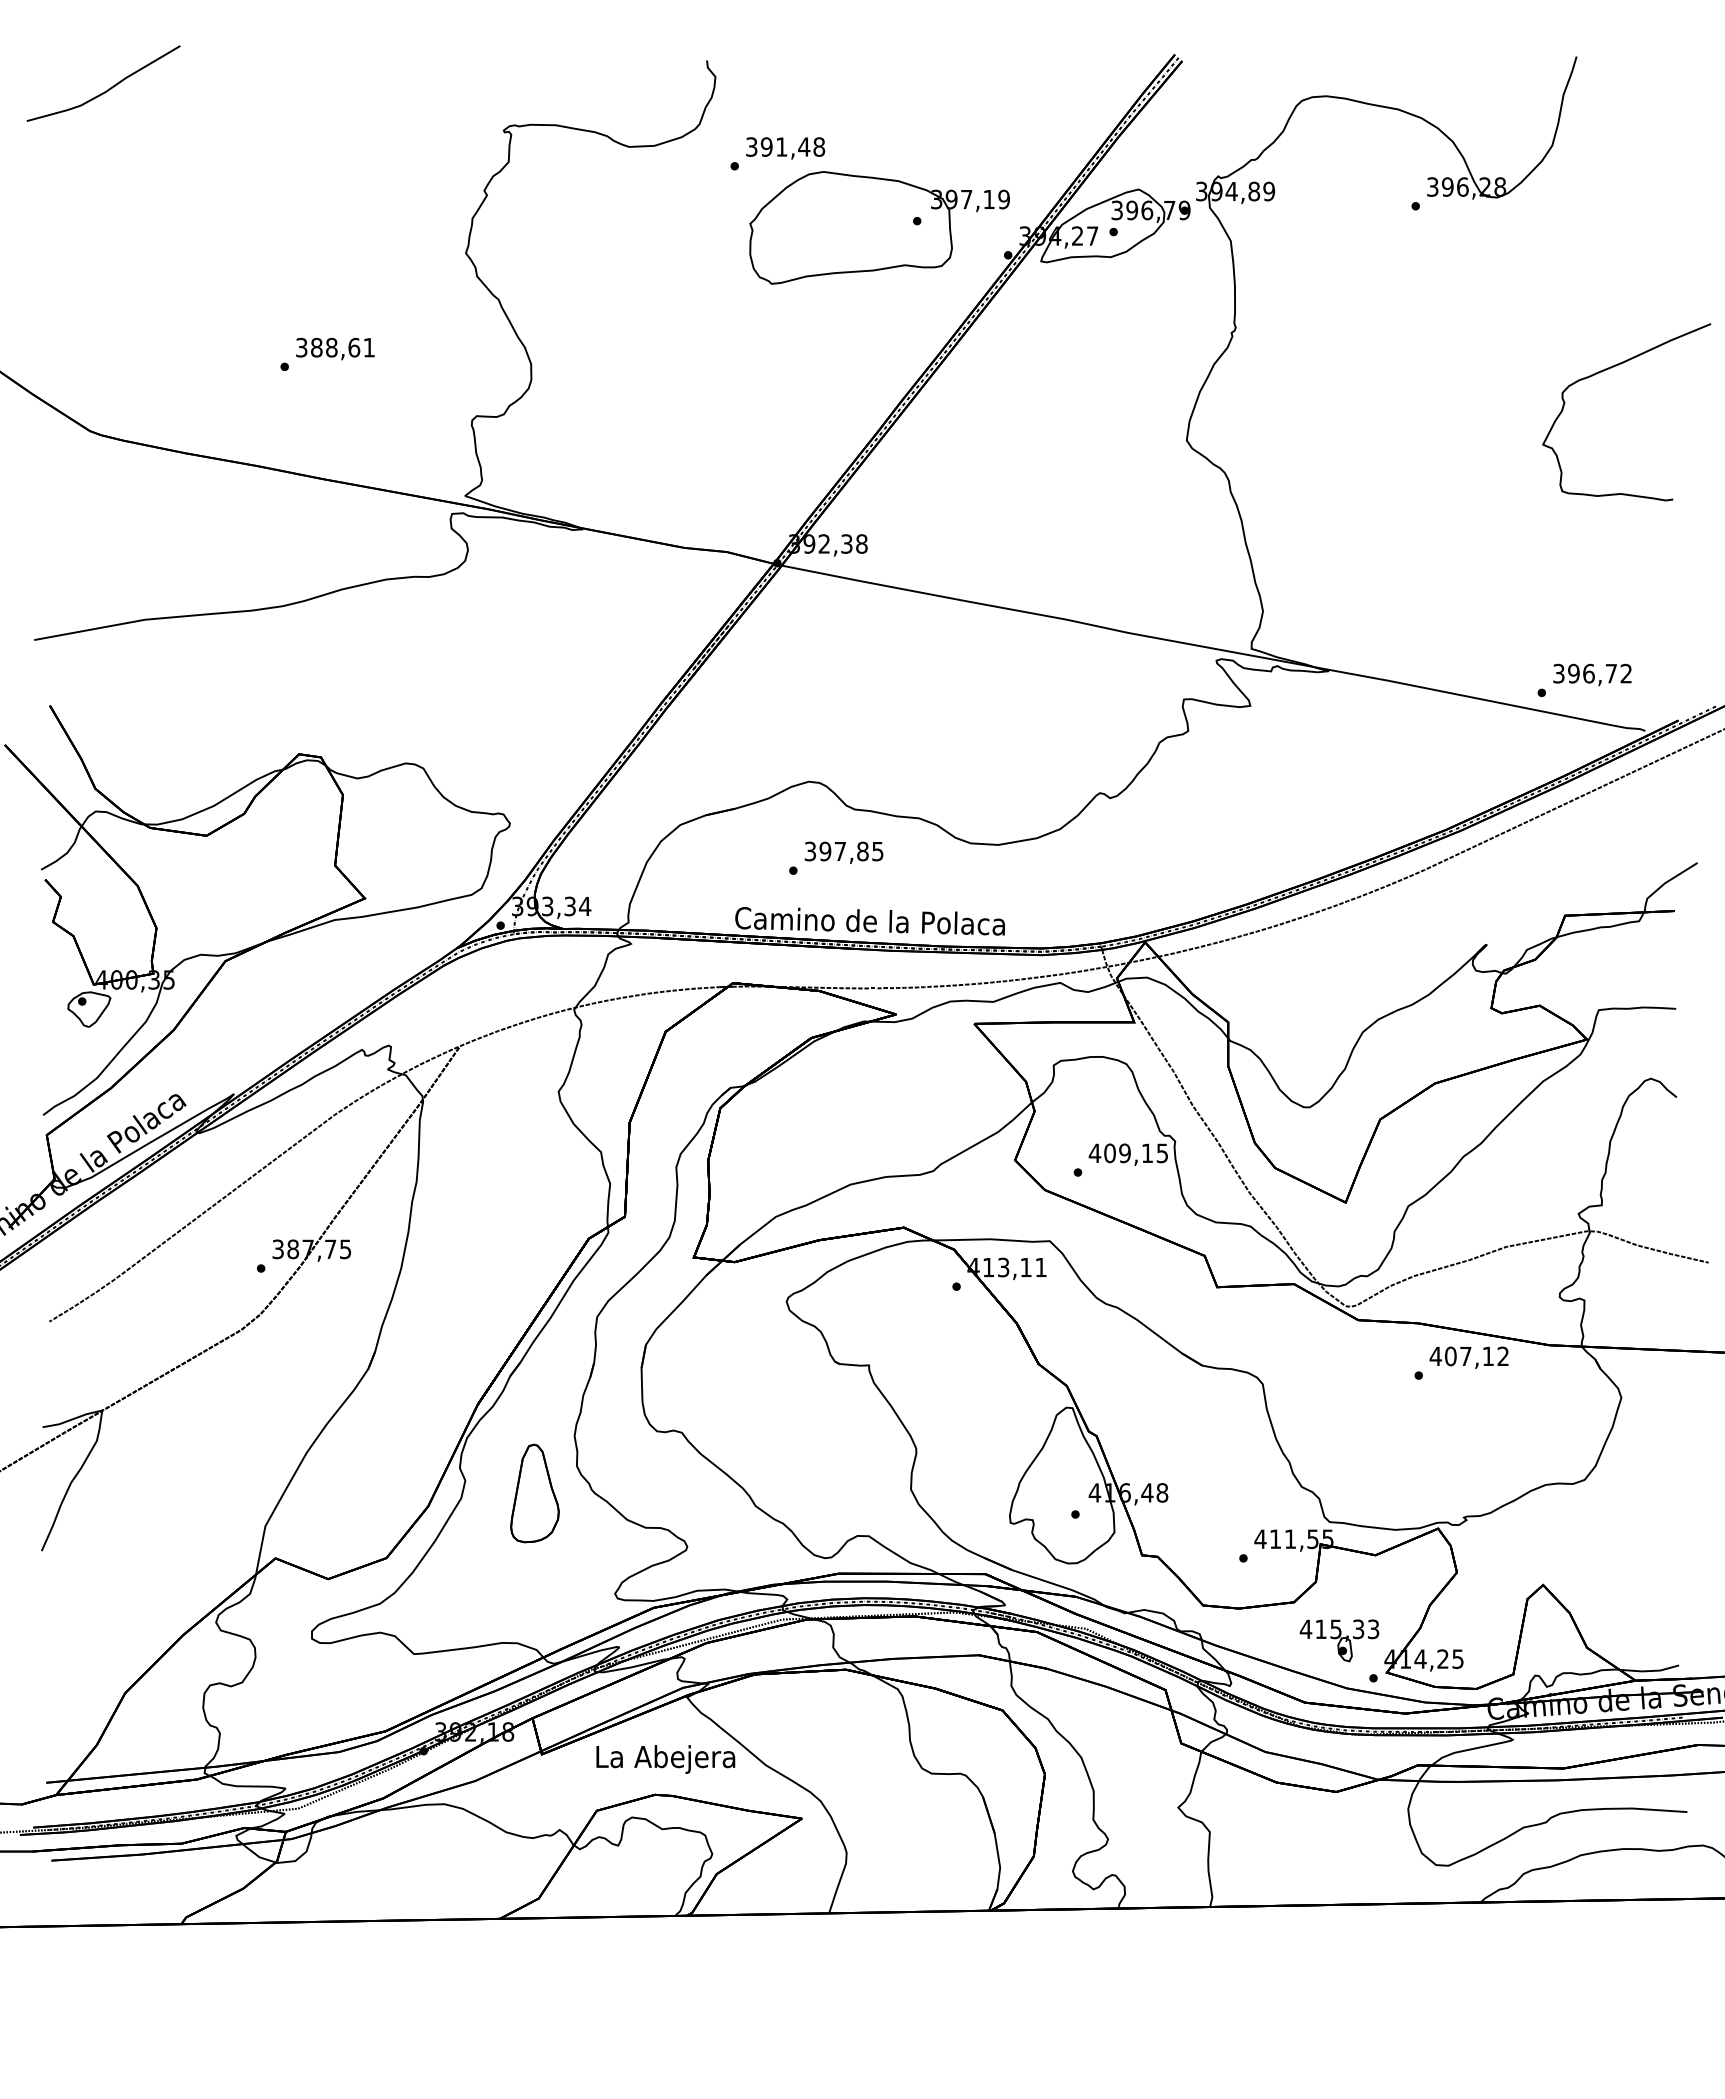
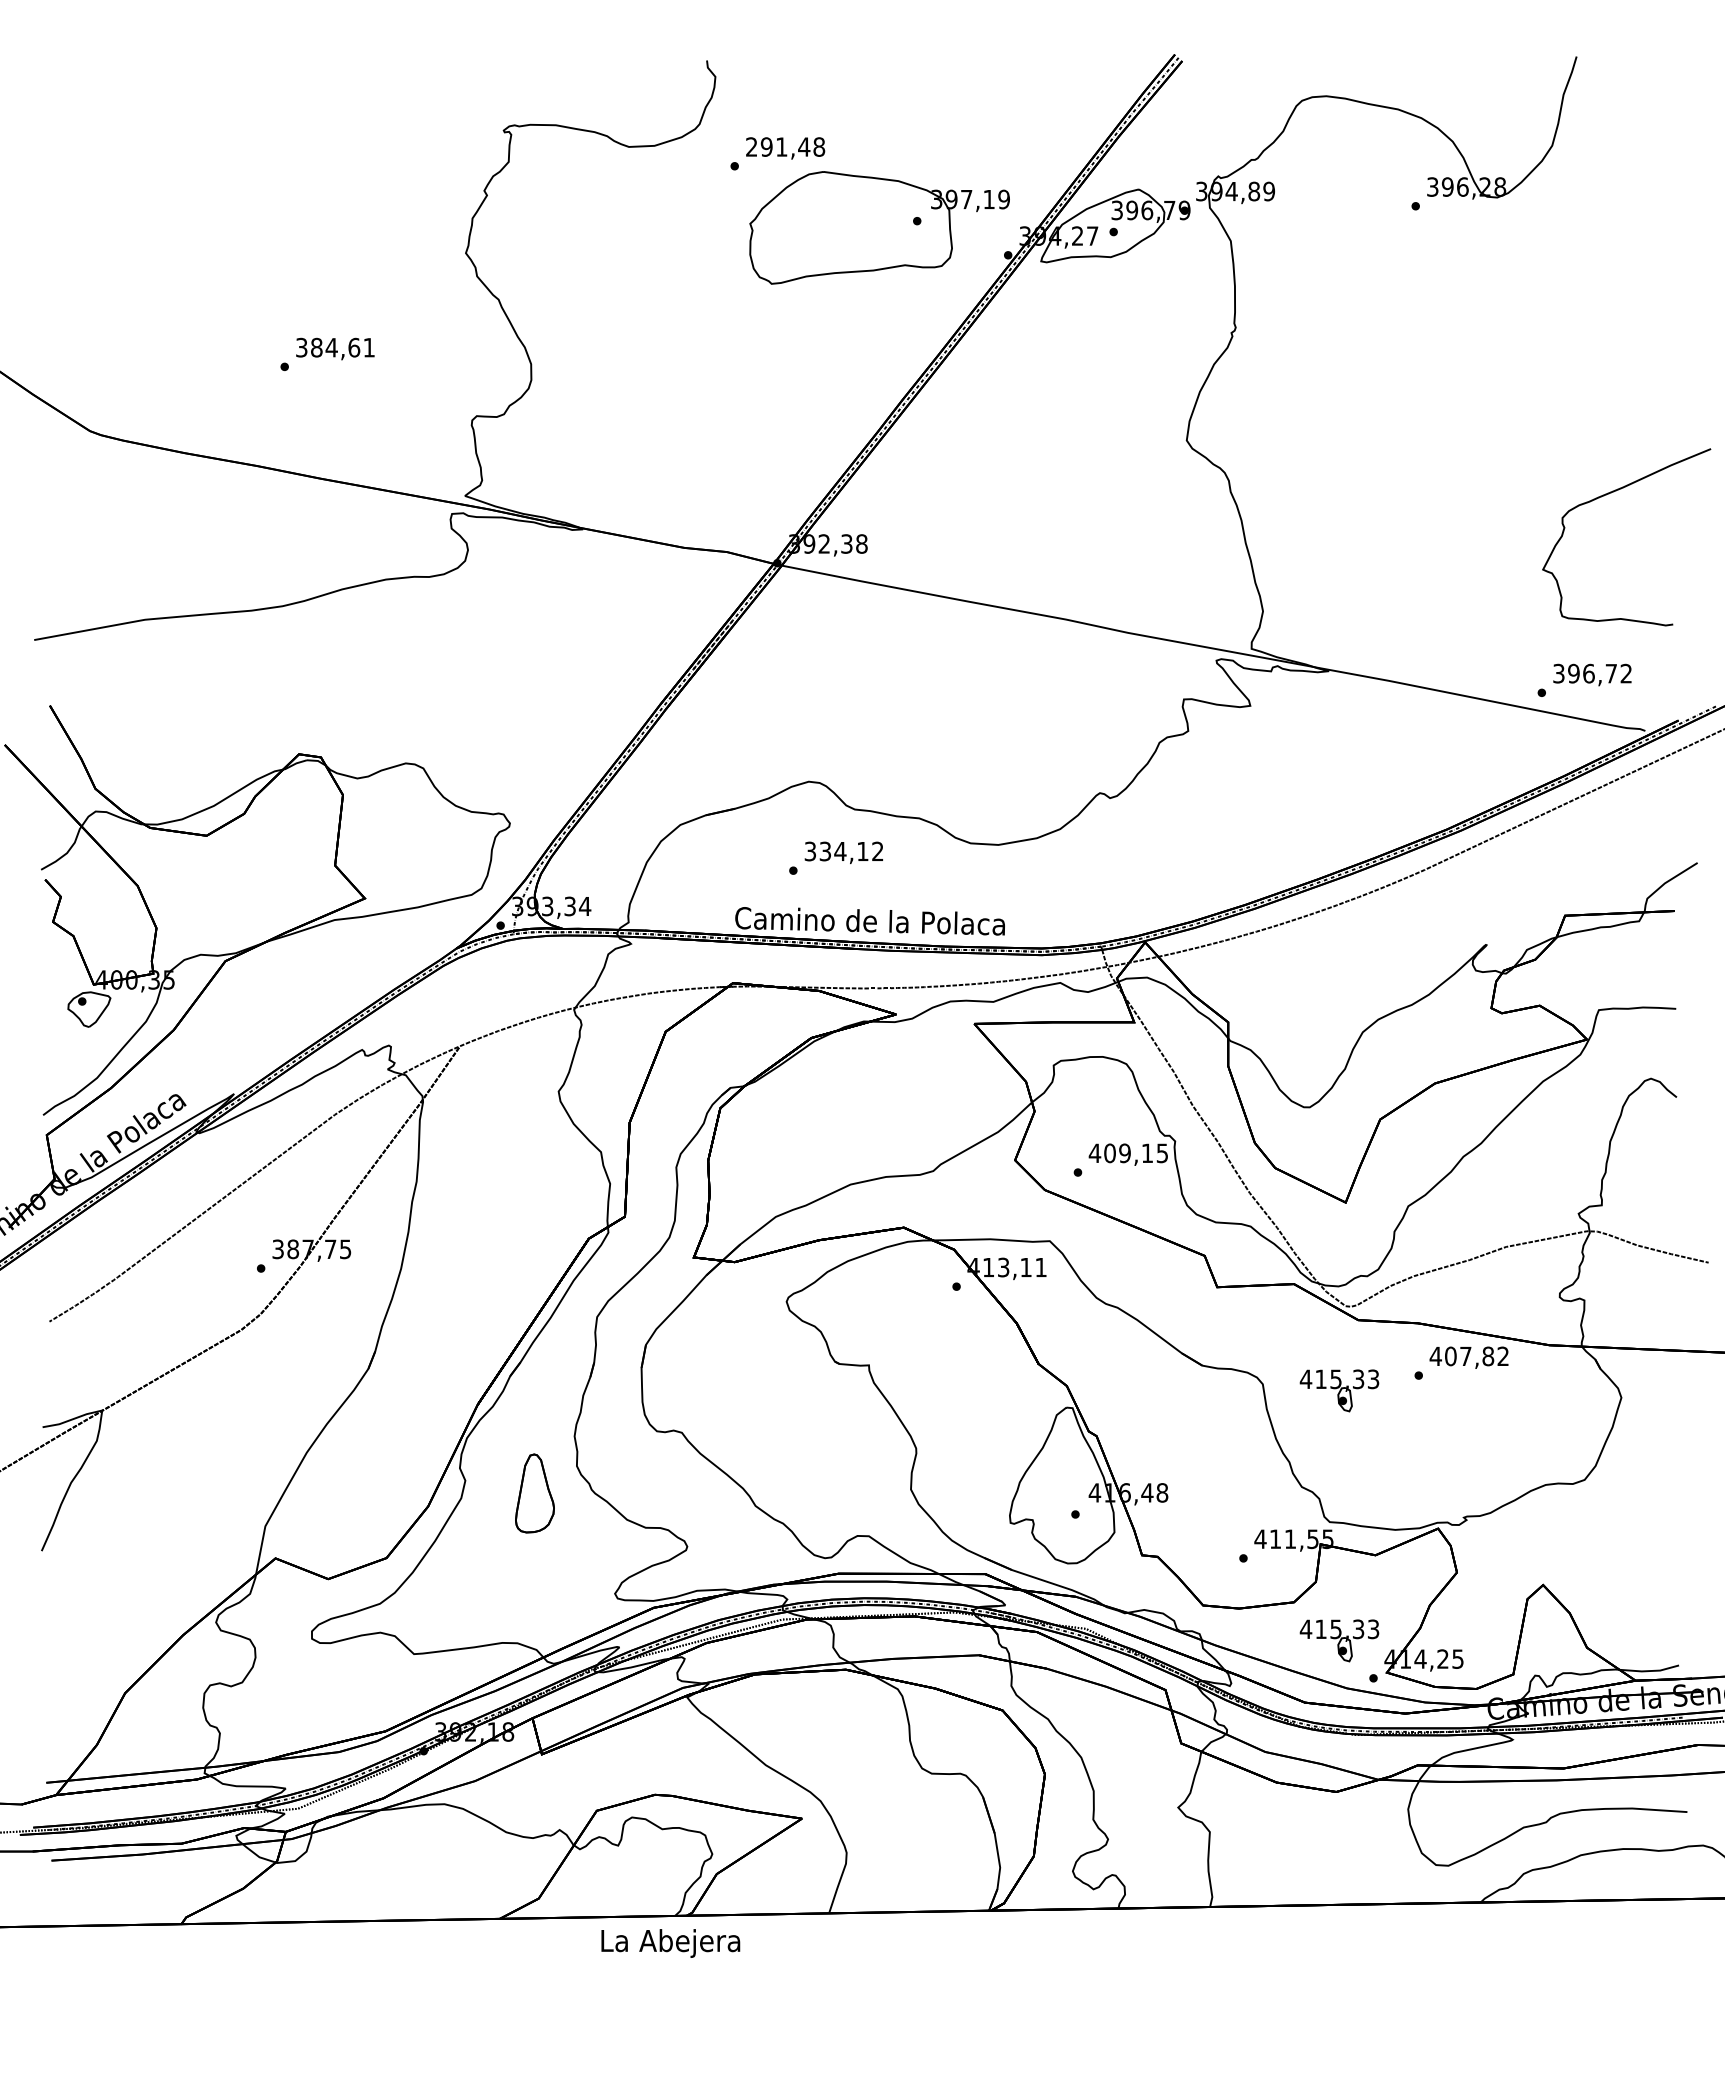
curve at (107, 89): present -> none
text at (751, 146): 391,48 -> 291,48
text at (331, 347): 388,61 -> 384,61
curve at (1609, 369) position: (1609, 369) -> (1609, 494)
text at (851, 851): 397,85 -> 334,12
text at (1488, 1356): 407,12 -> 407,82
part at (1339, 1390): none -> present
part at (534, 1493) size: 50x101 px -> 40x81 px
text at (665, 1759) position: (665, 1759) -> (670, 1943)
